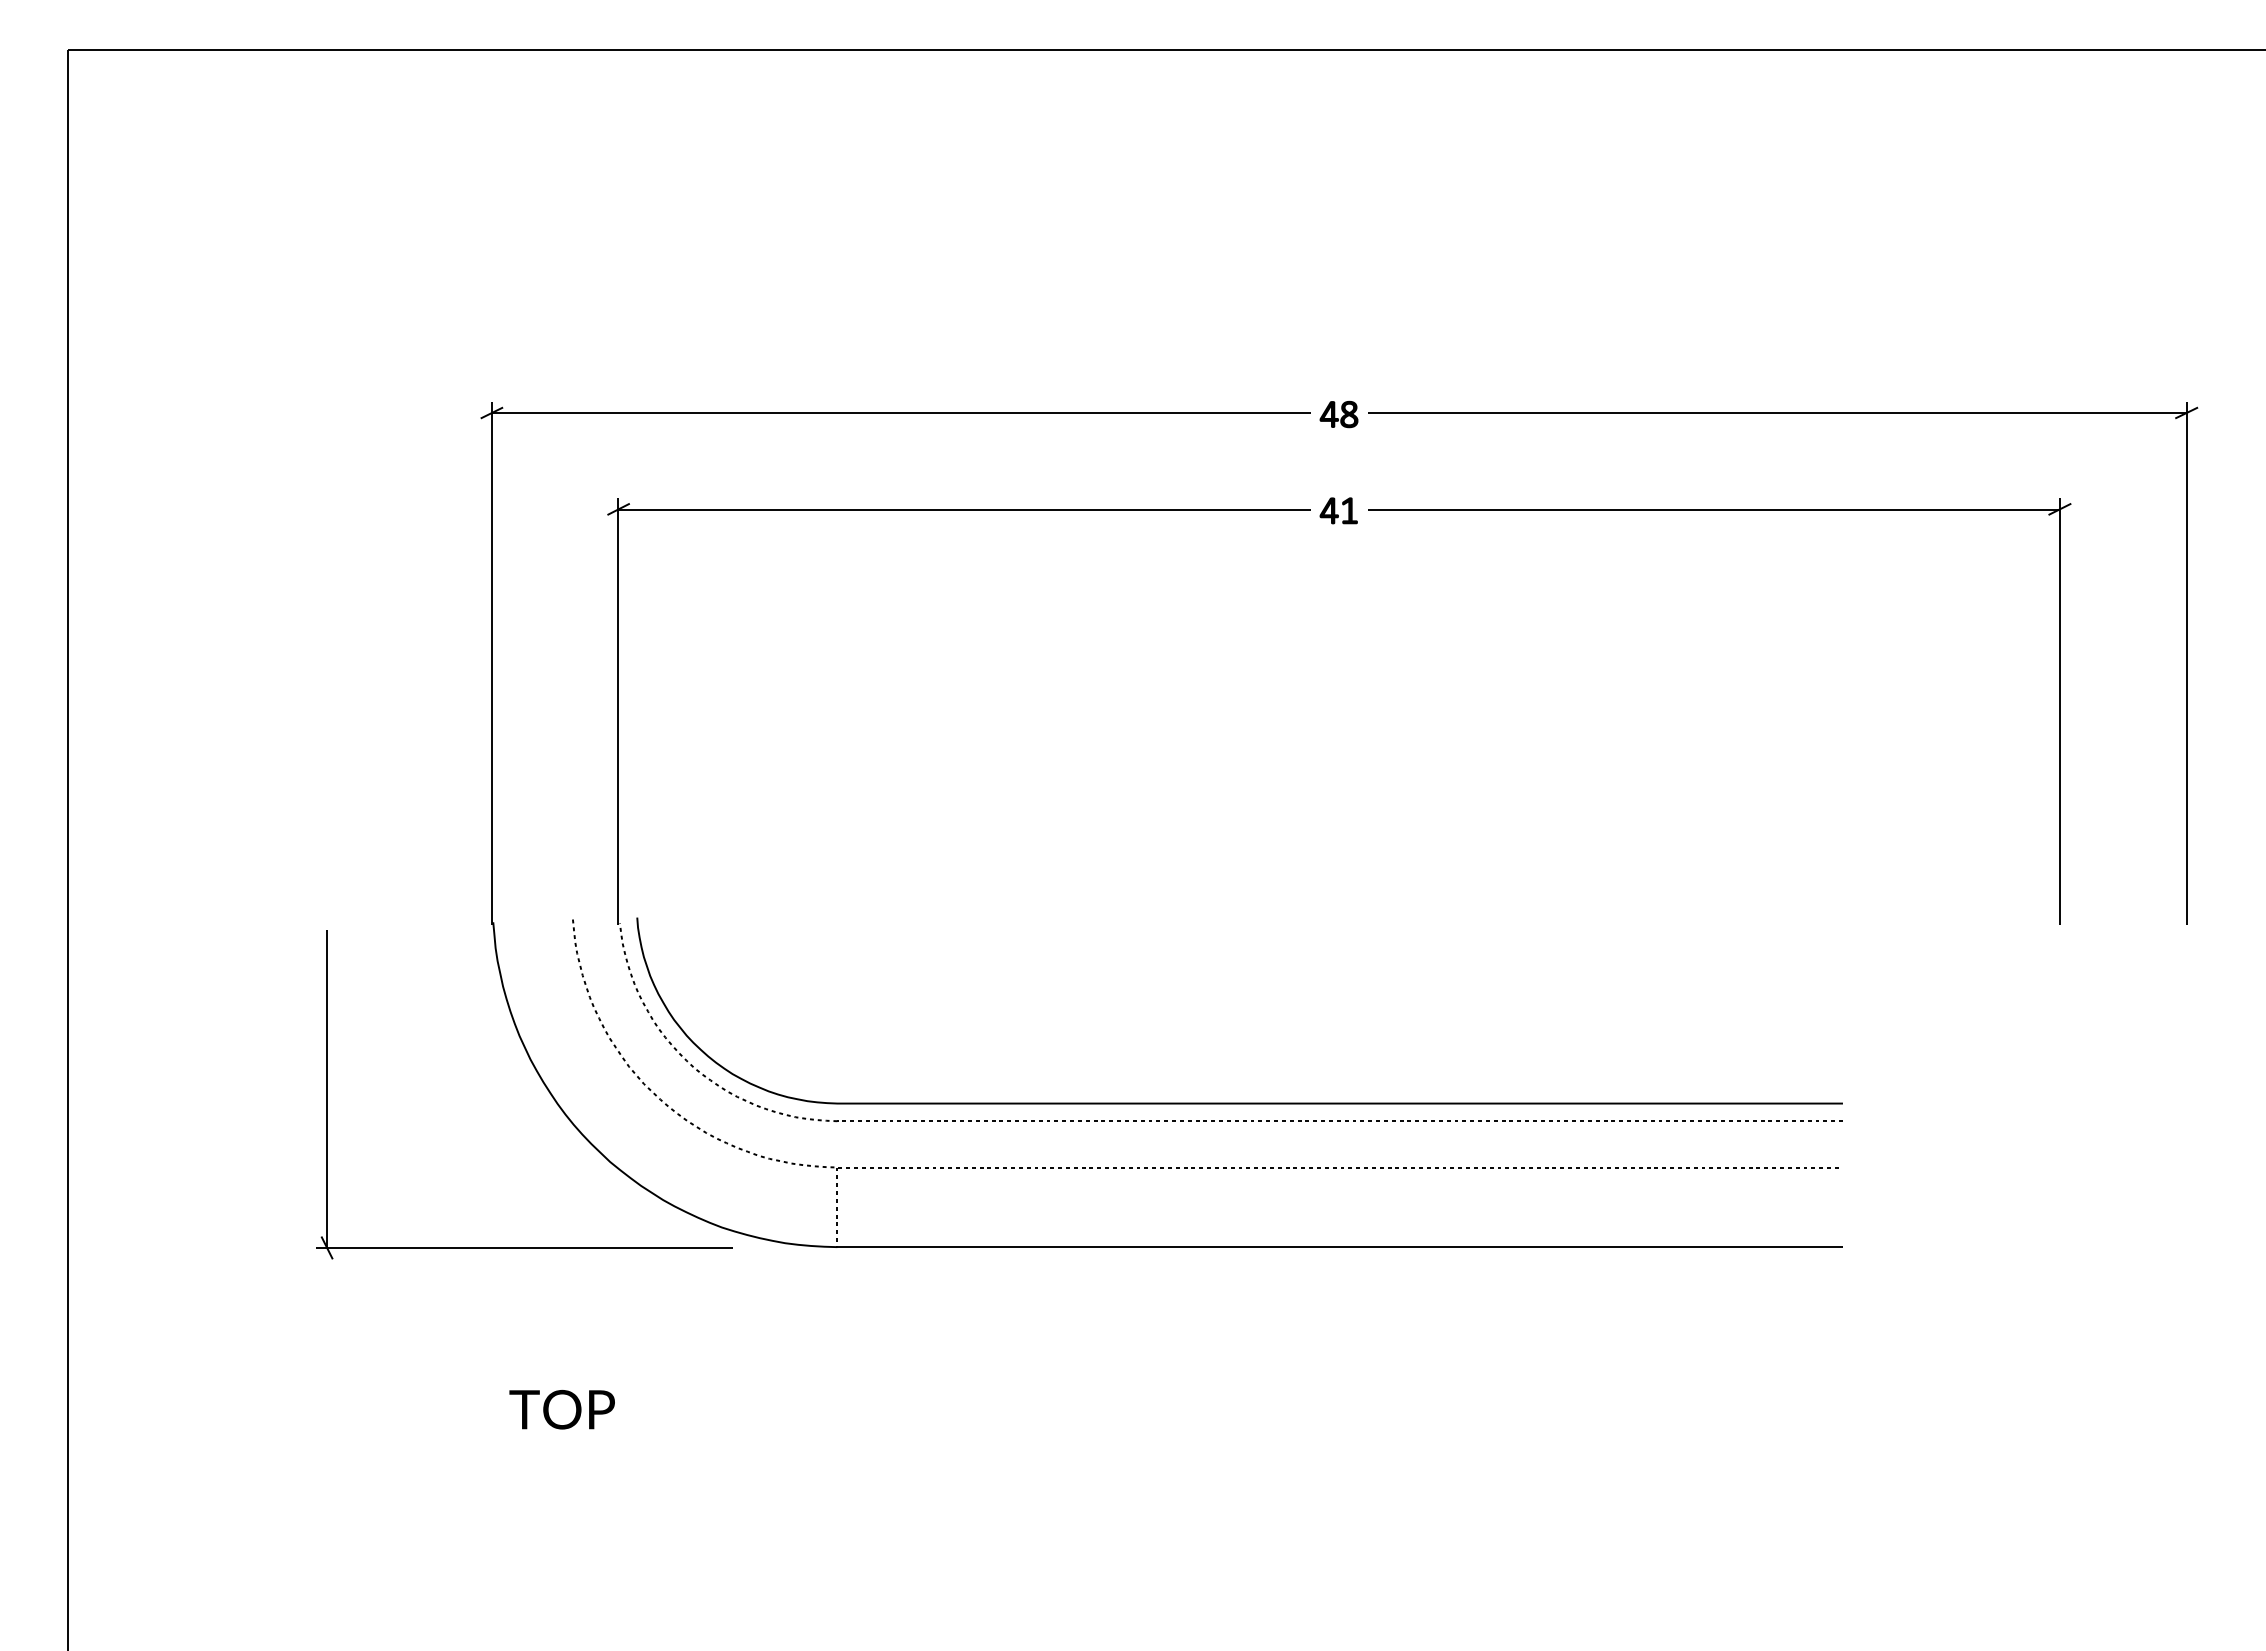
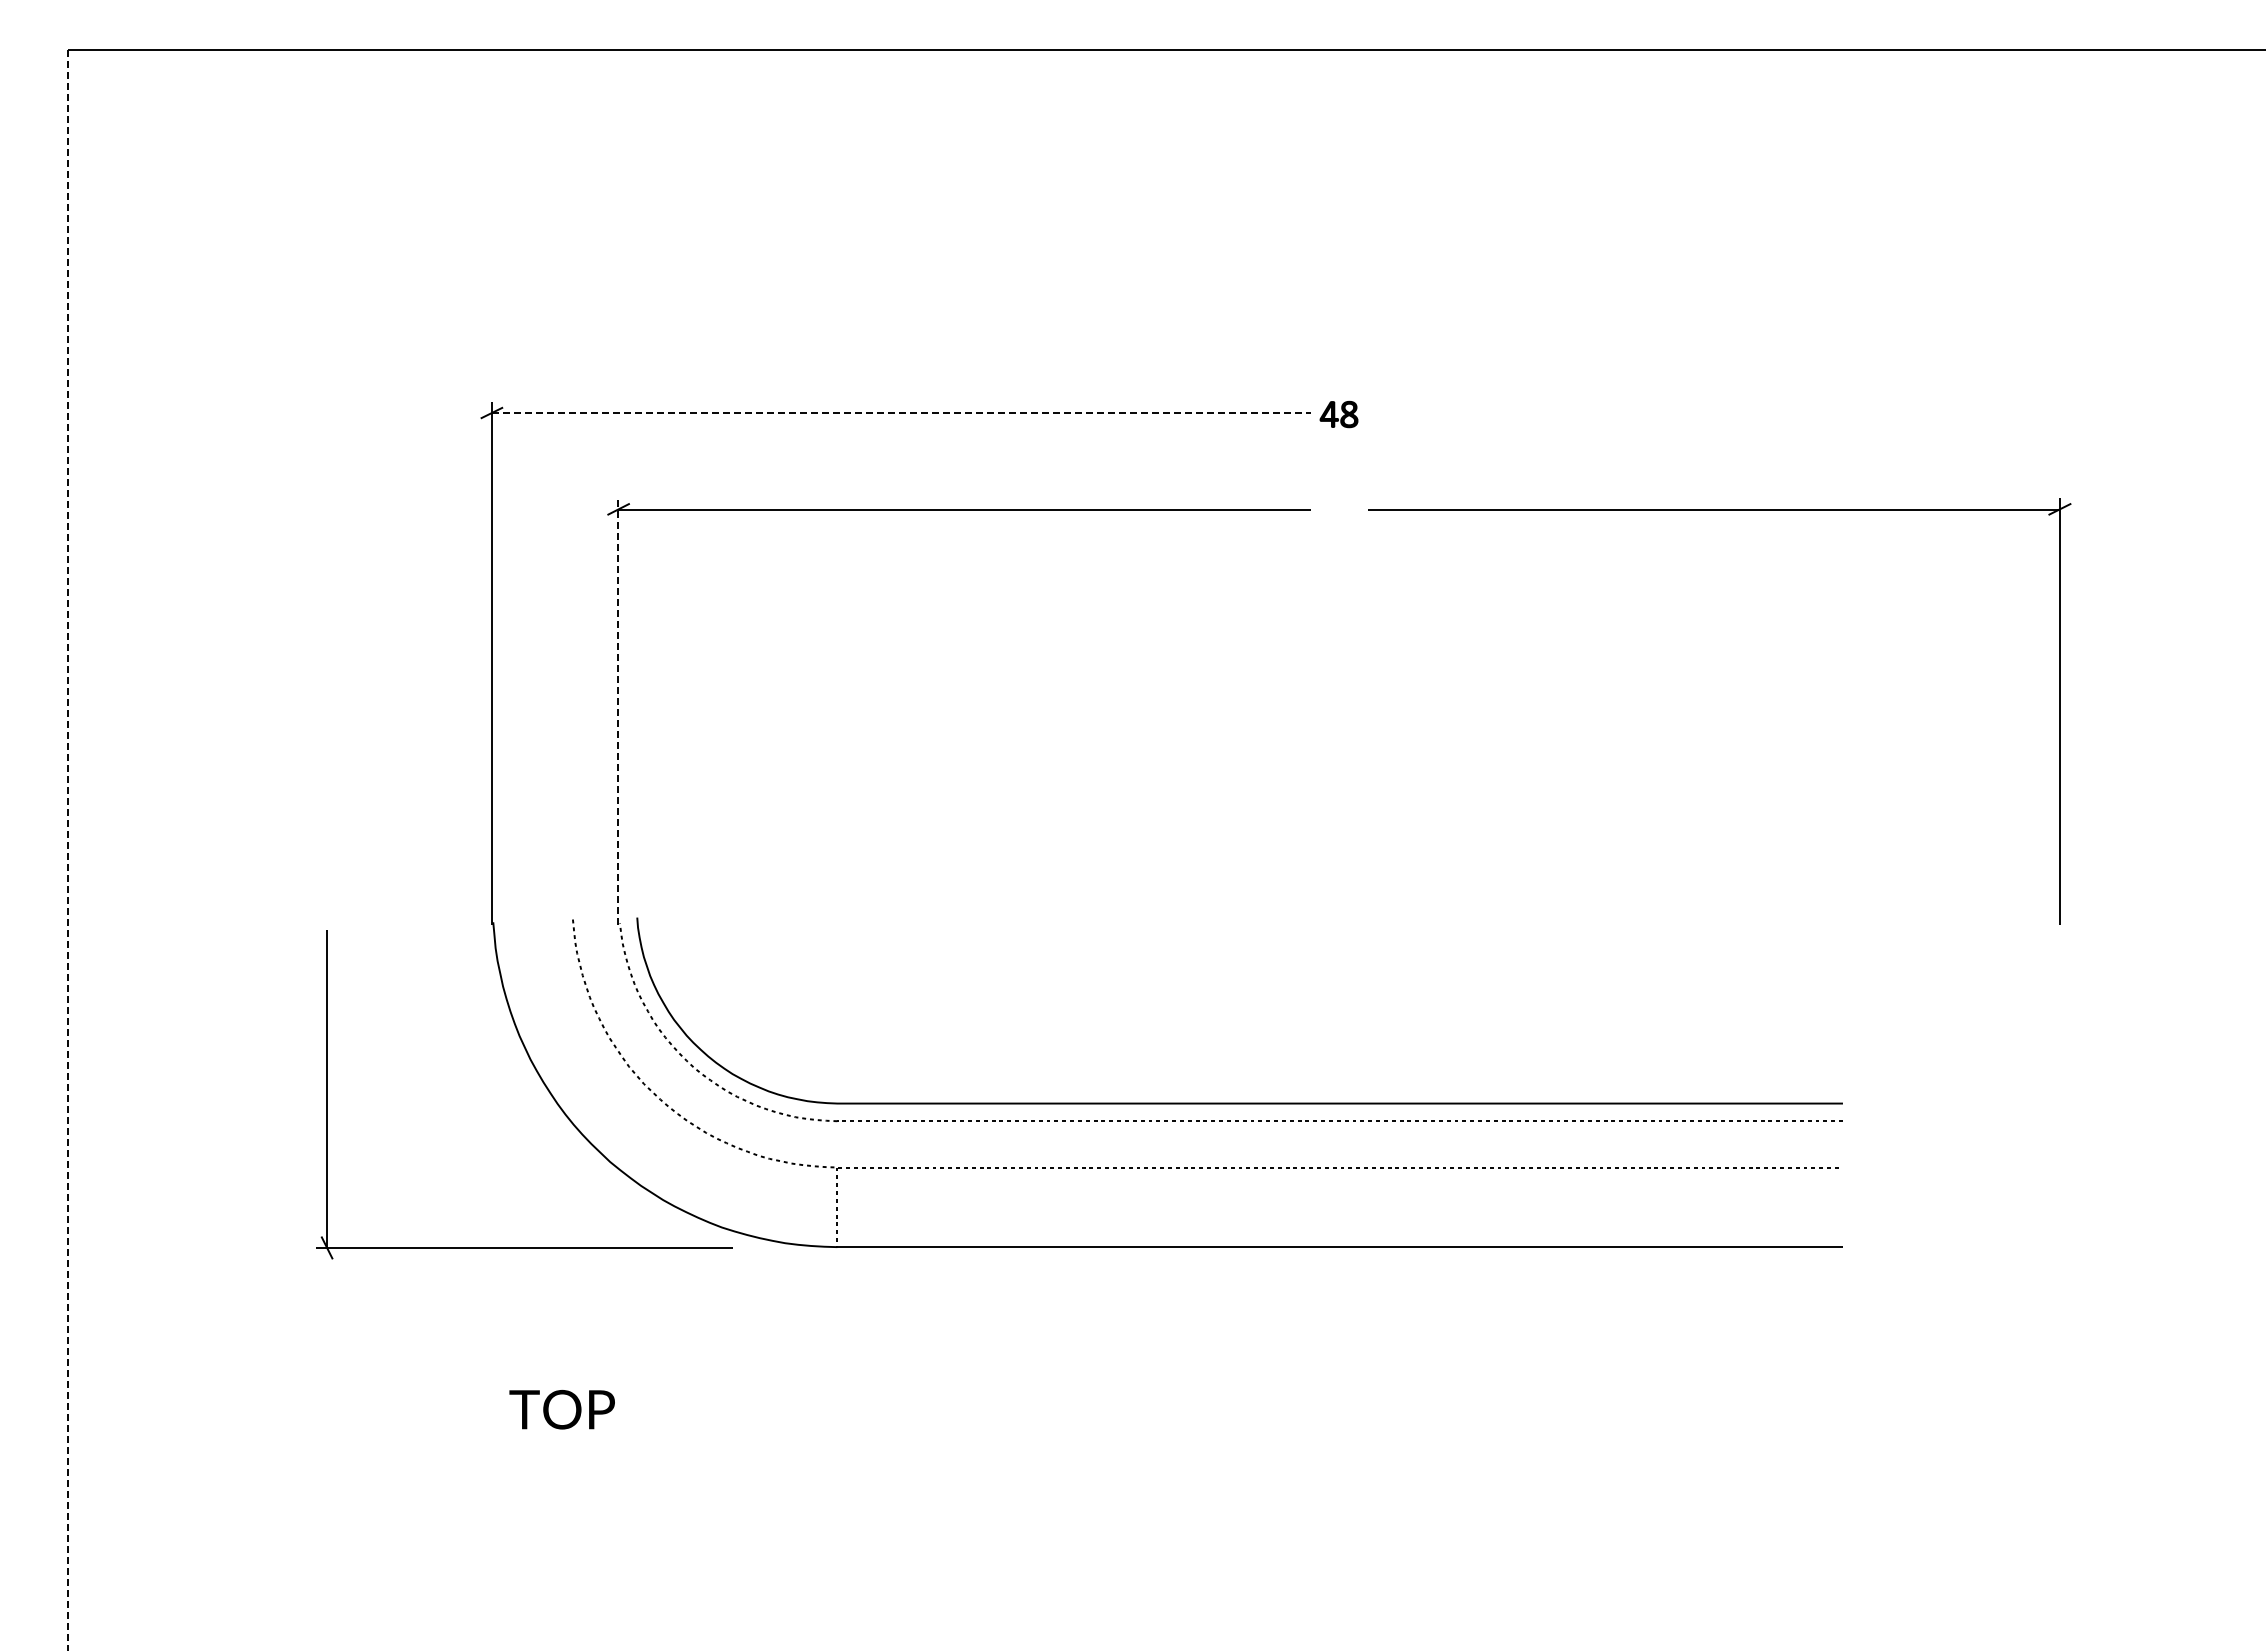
line at (901, 413): solid -> dashed
part at (1783, 413): present -> none
part at (1338, 510): present -> none
line at (618, 710): solid -> dashed
line at (67, 850): solid -> dashed
